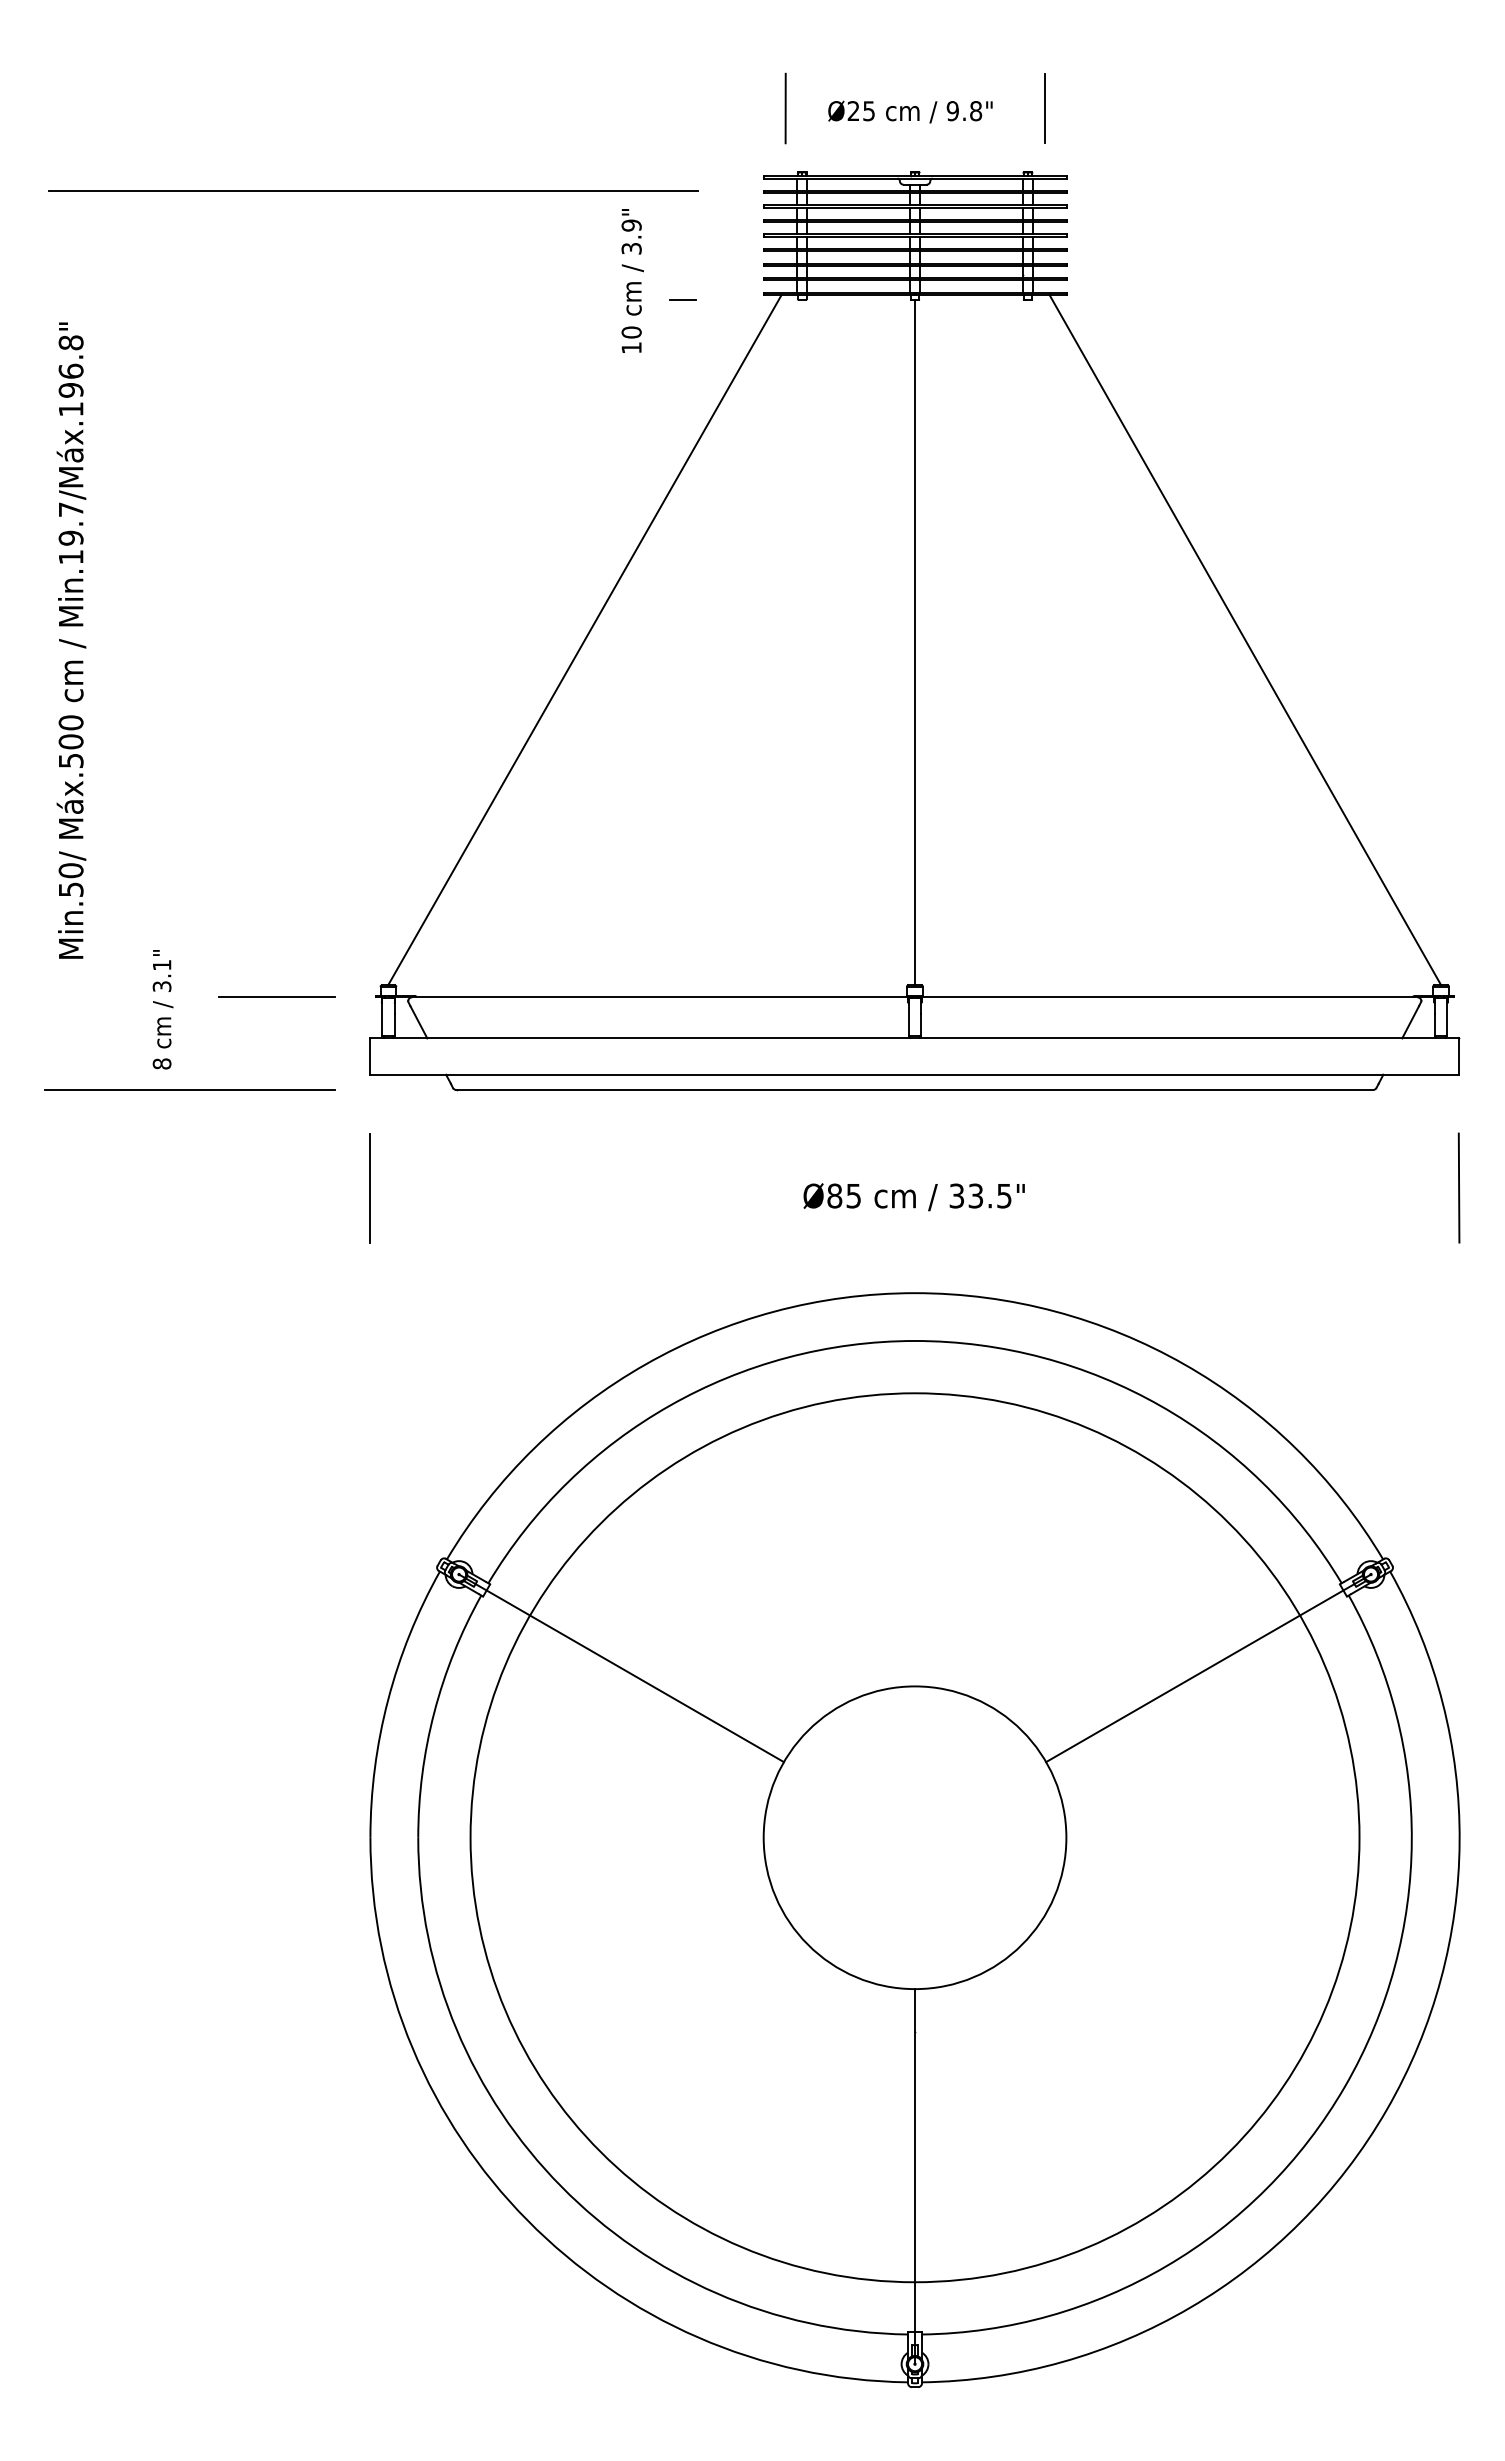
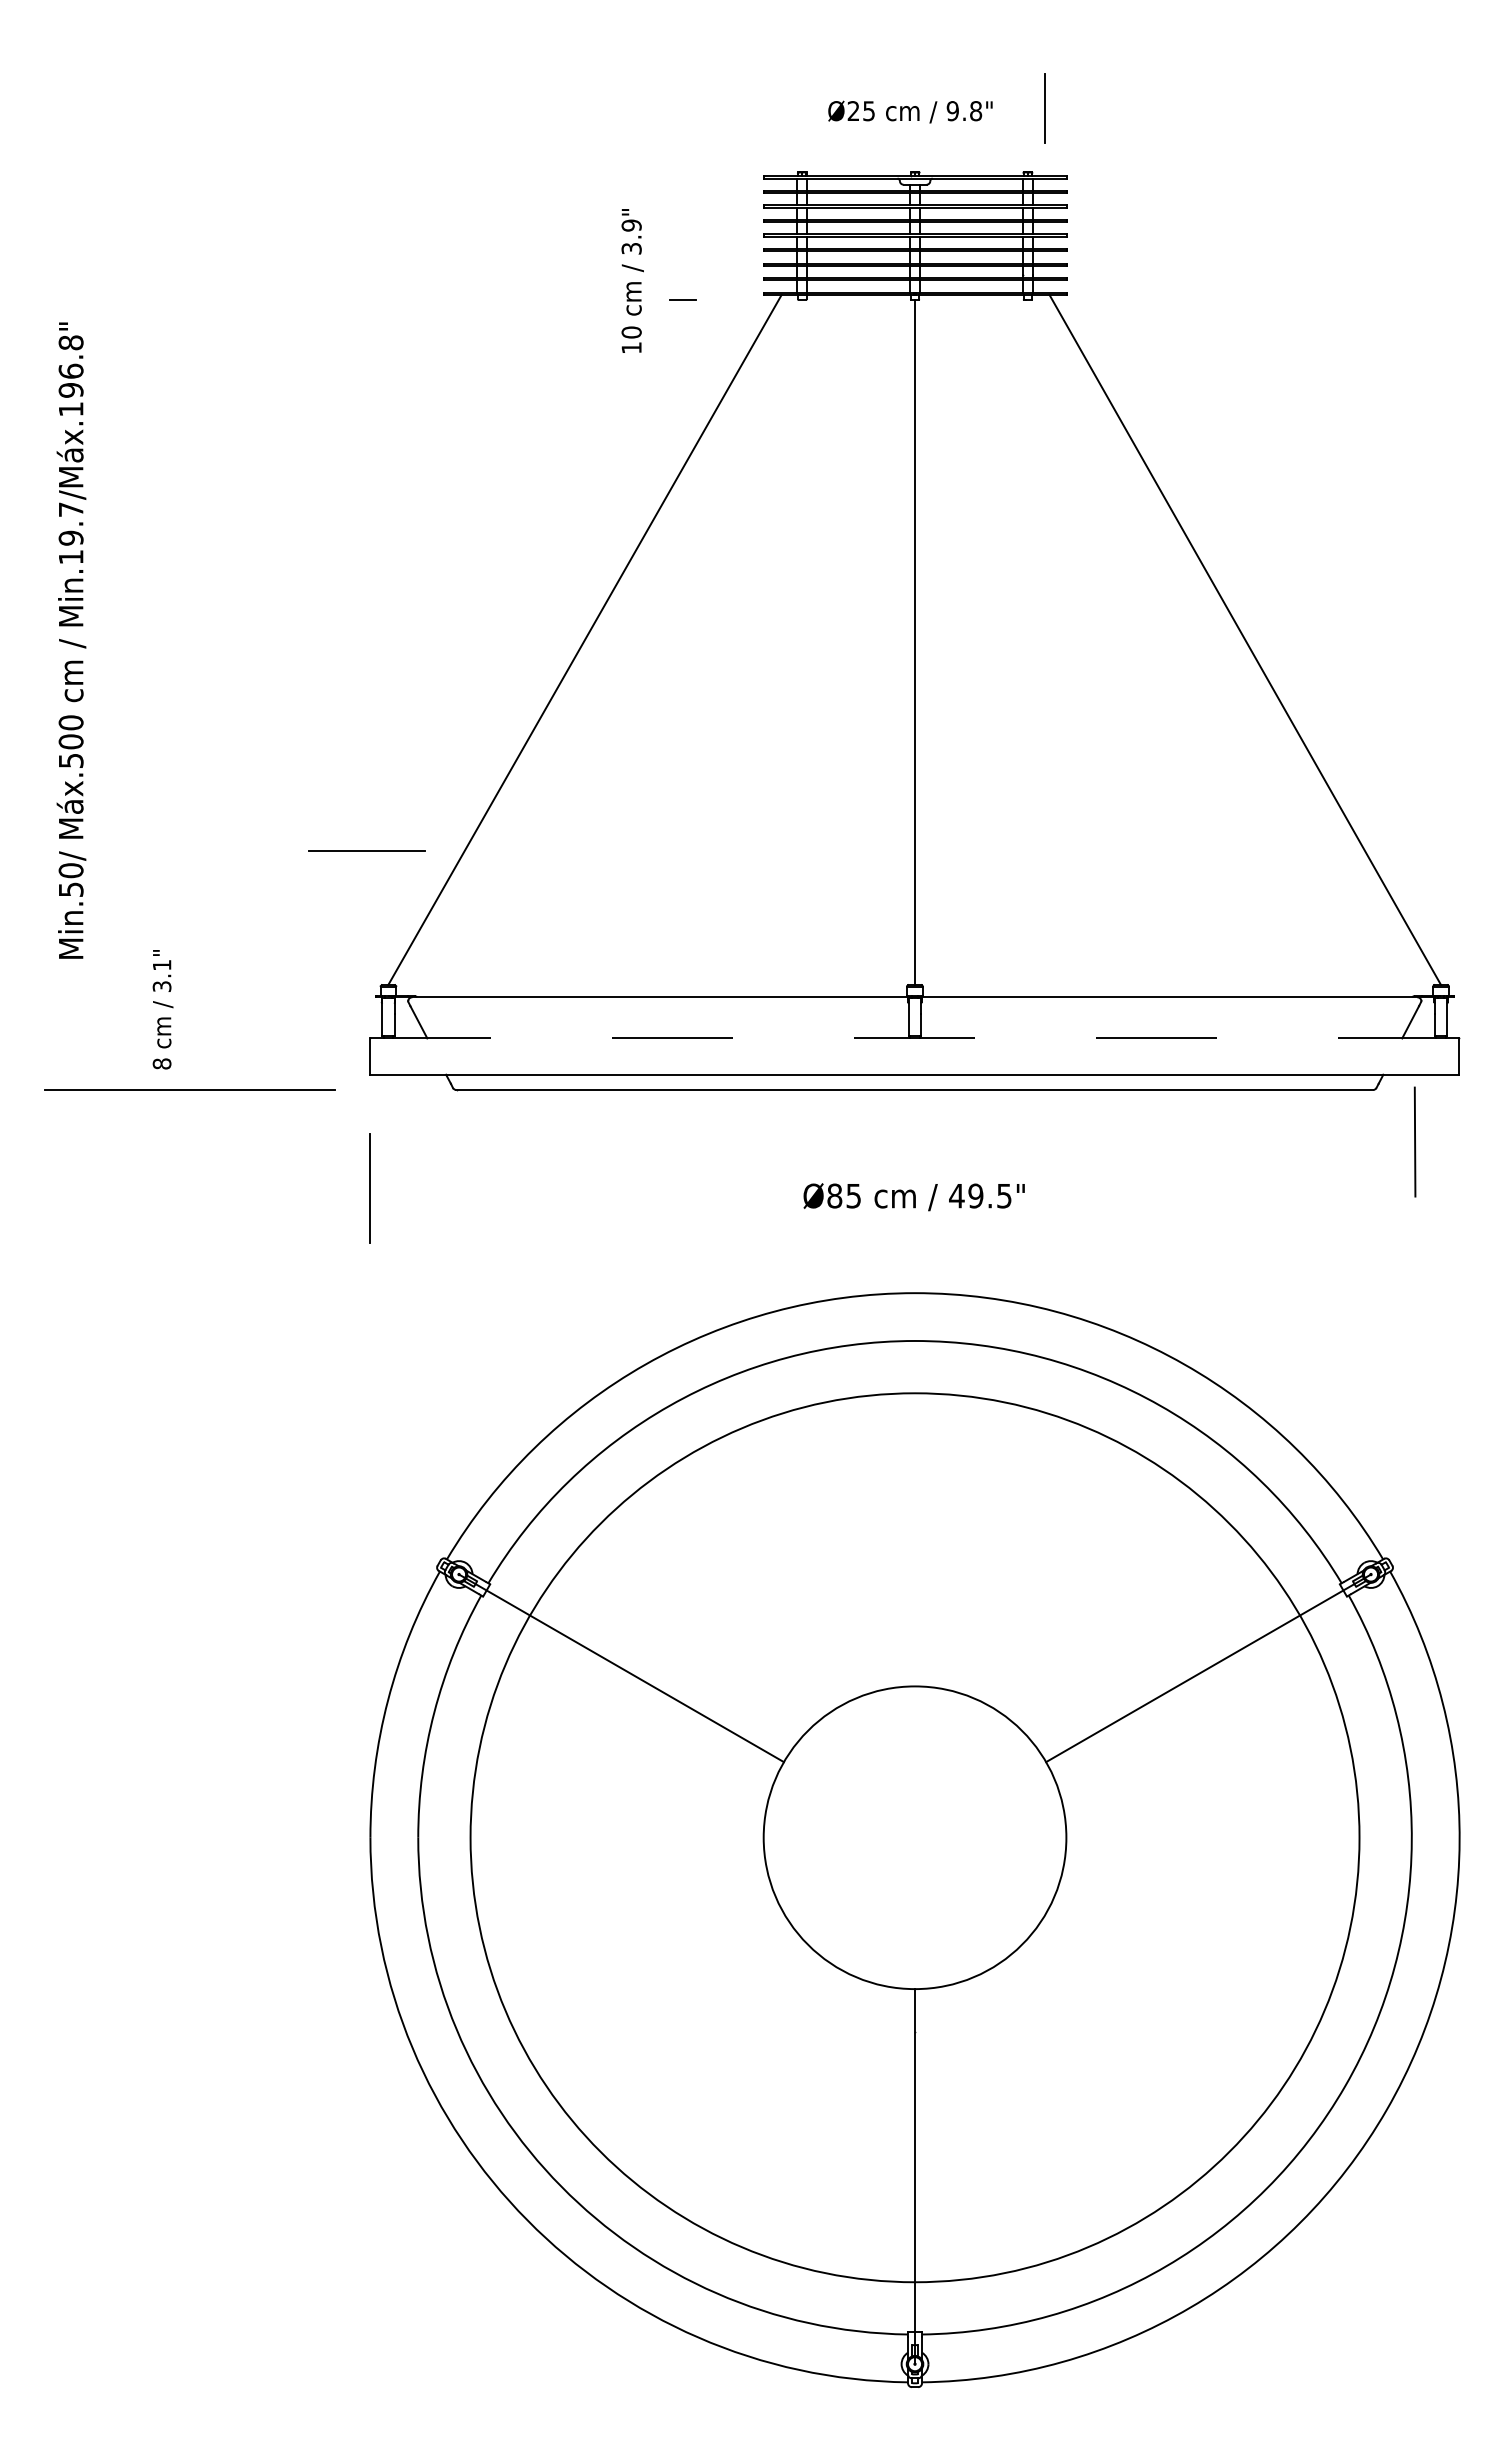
line at (785, 108): present -> none
line at (372, 191): present -> none
line at (276, 996) position: (276, 996) -> (366, 850)
line at (914, 1038): solid -> dashed
line at (1458, 1187) position: (1458, 1187) -> (1414, 1141)
text at (966, 1195): 33.5" -> 49.5"
